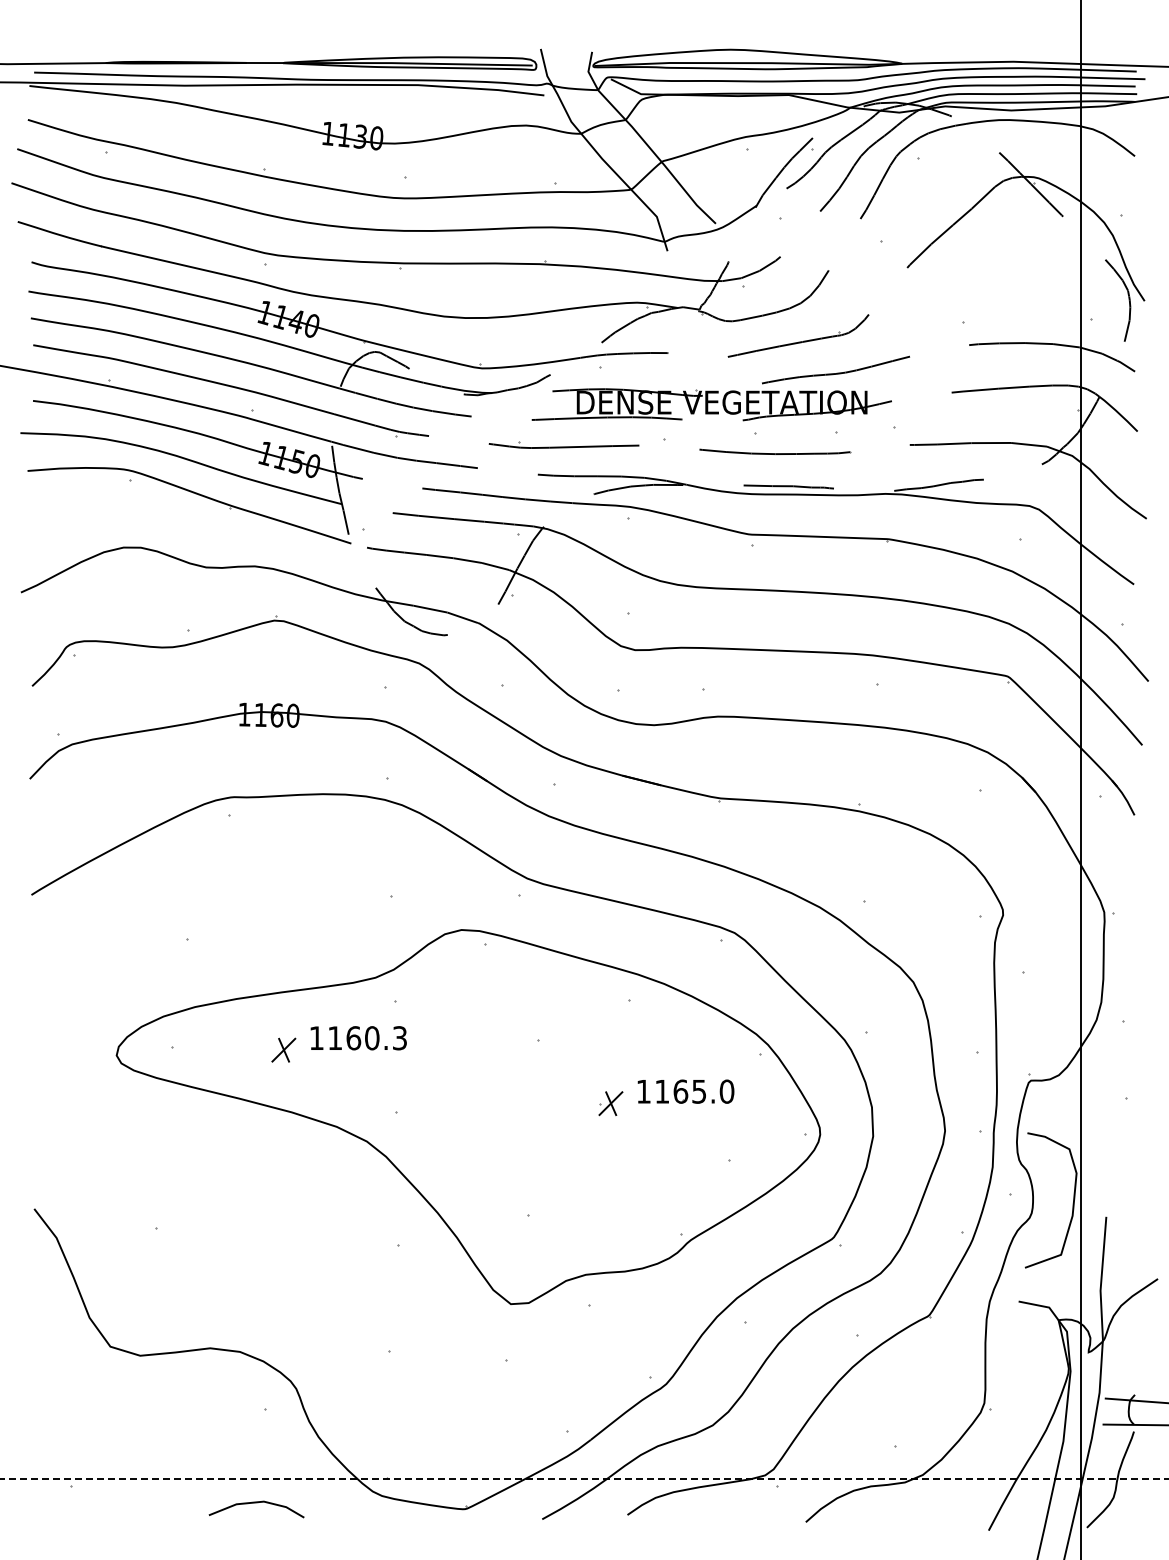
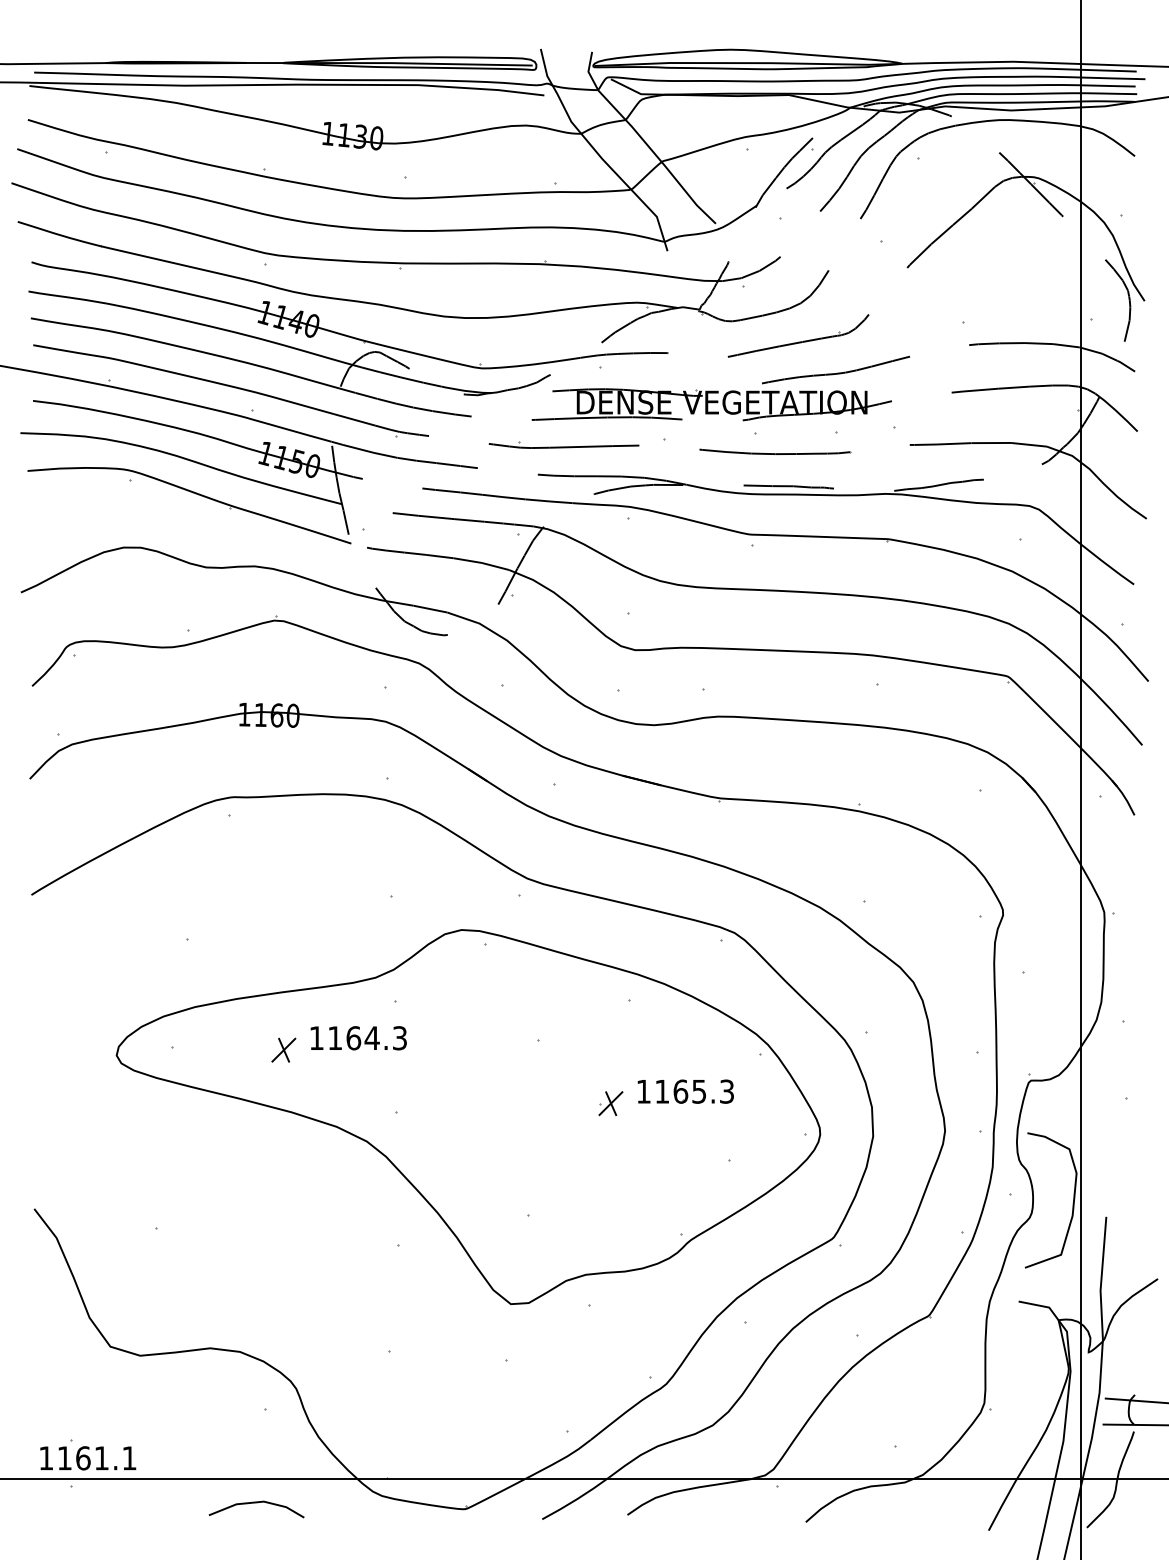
text at (371, 1038): 1160.3 -> 1164.3
text at (726, 1091): 1165.0 -> 1165.3
part at (88, 1454): none -> present
line at (585, 1479): dashed -> solid
